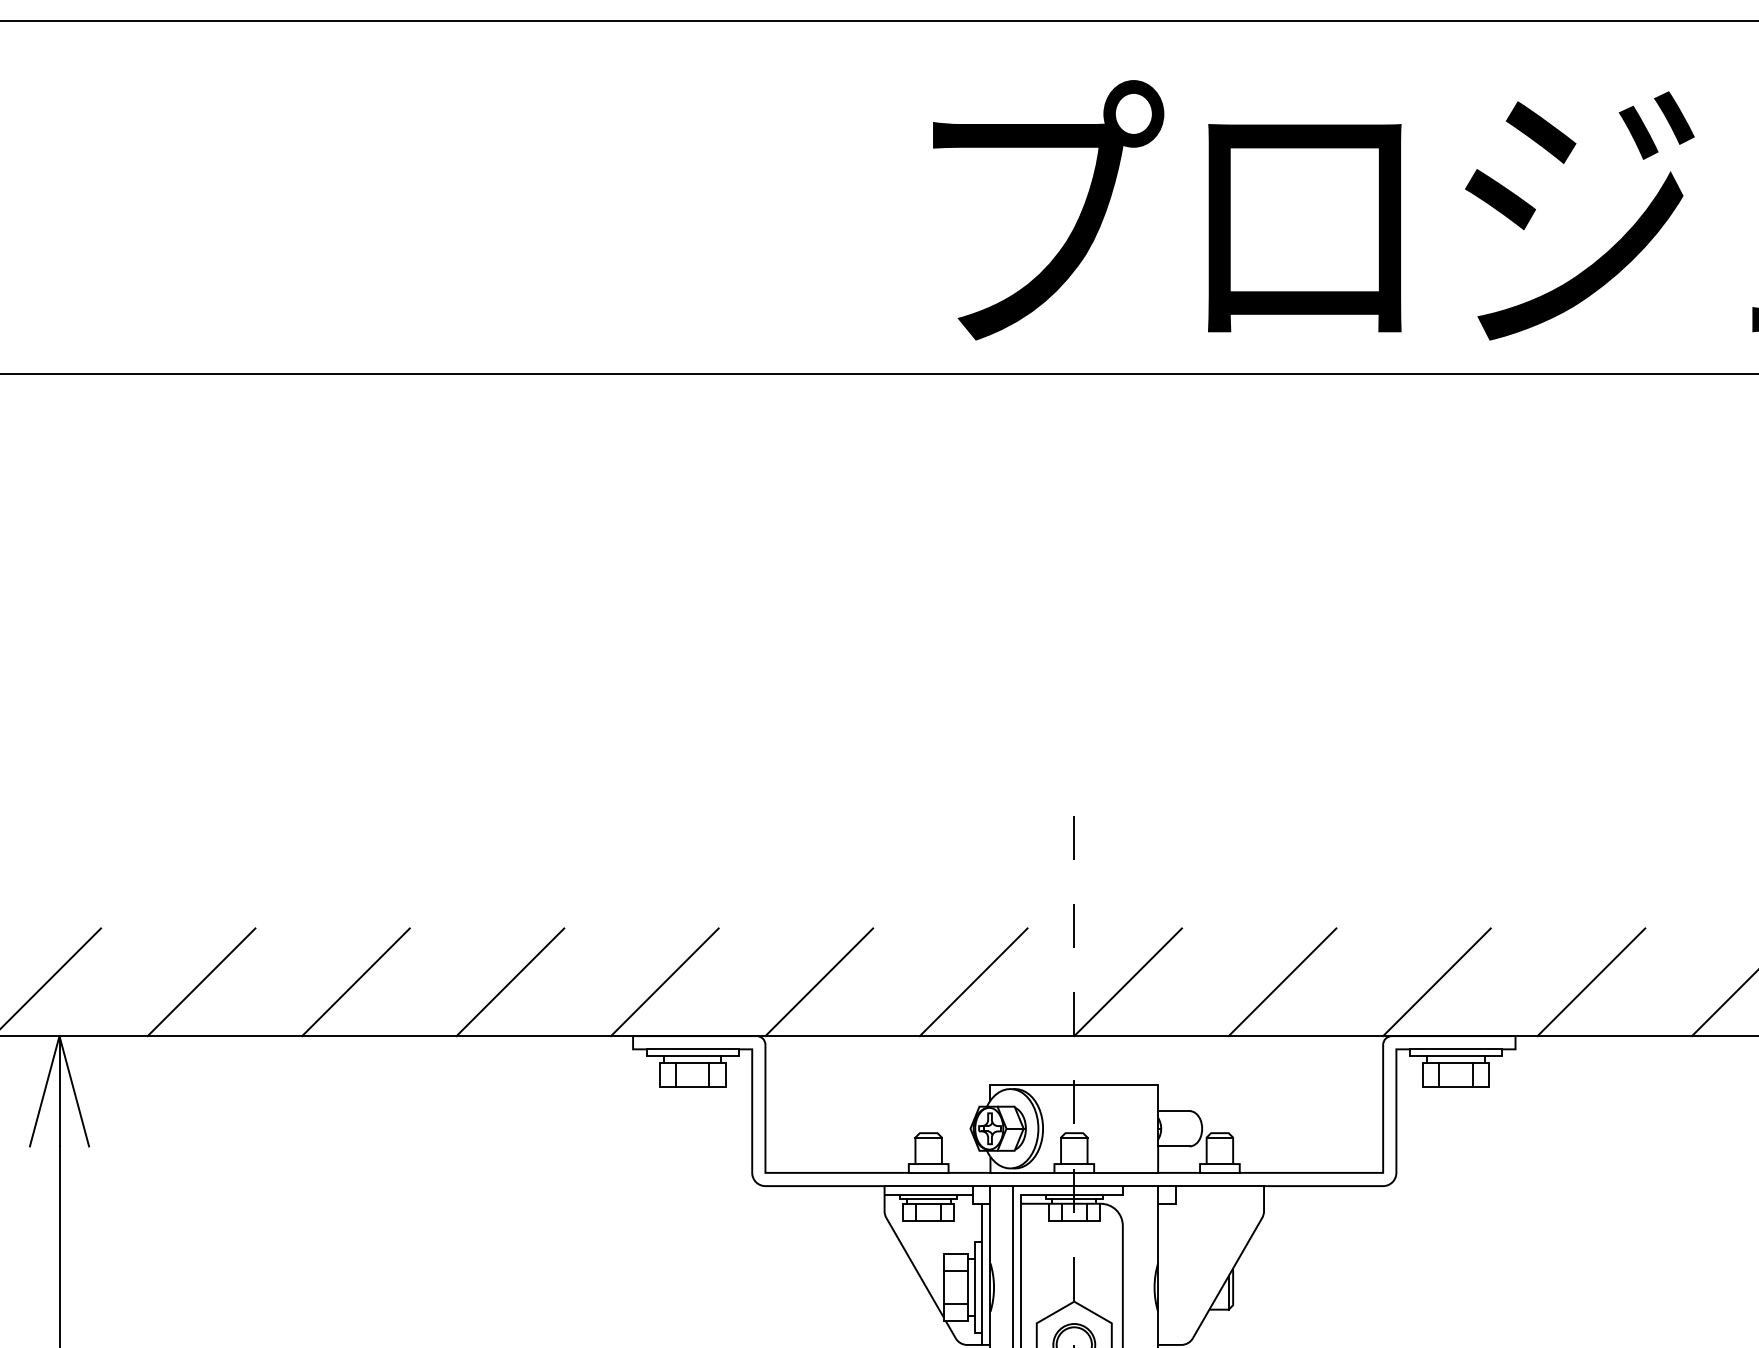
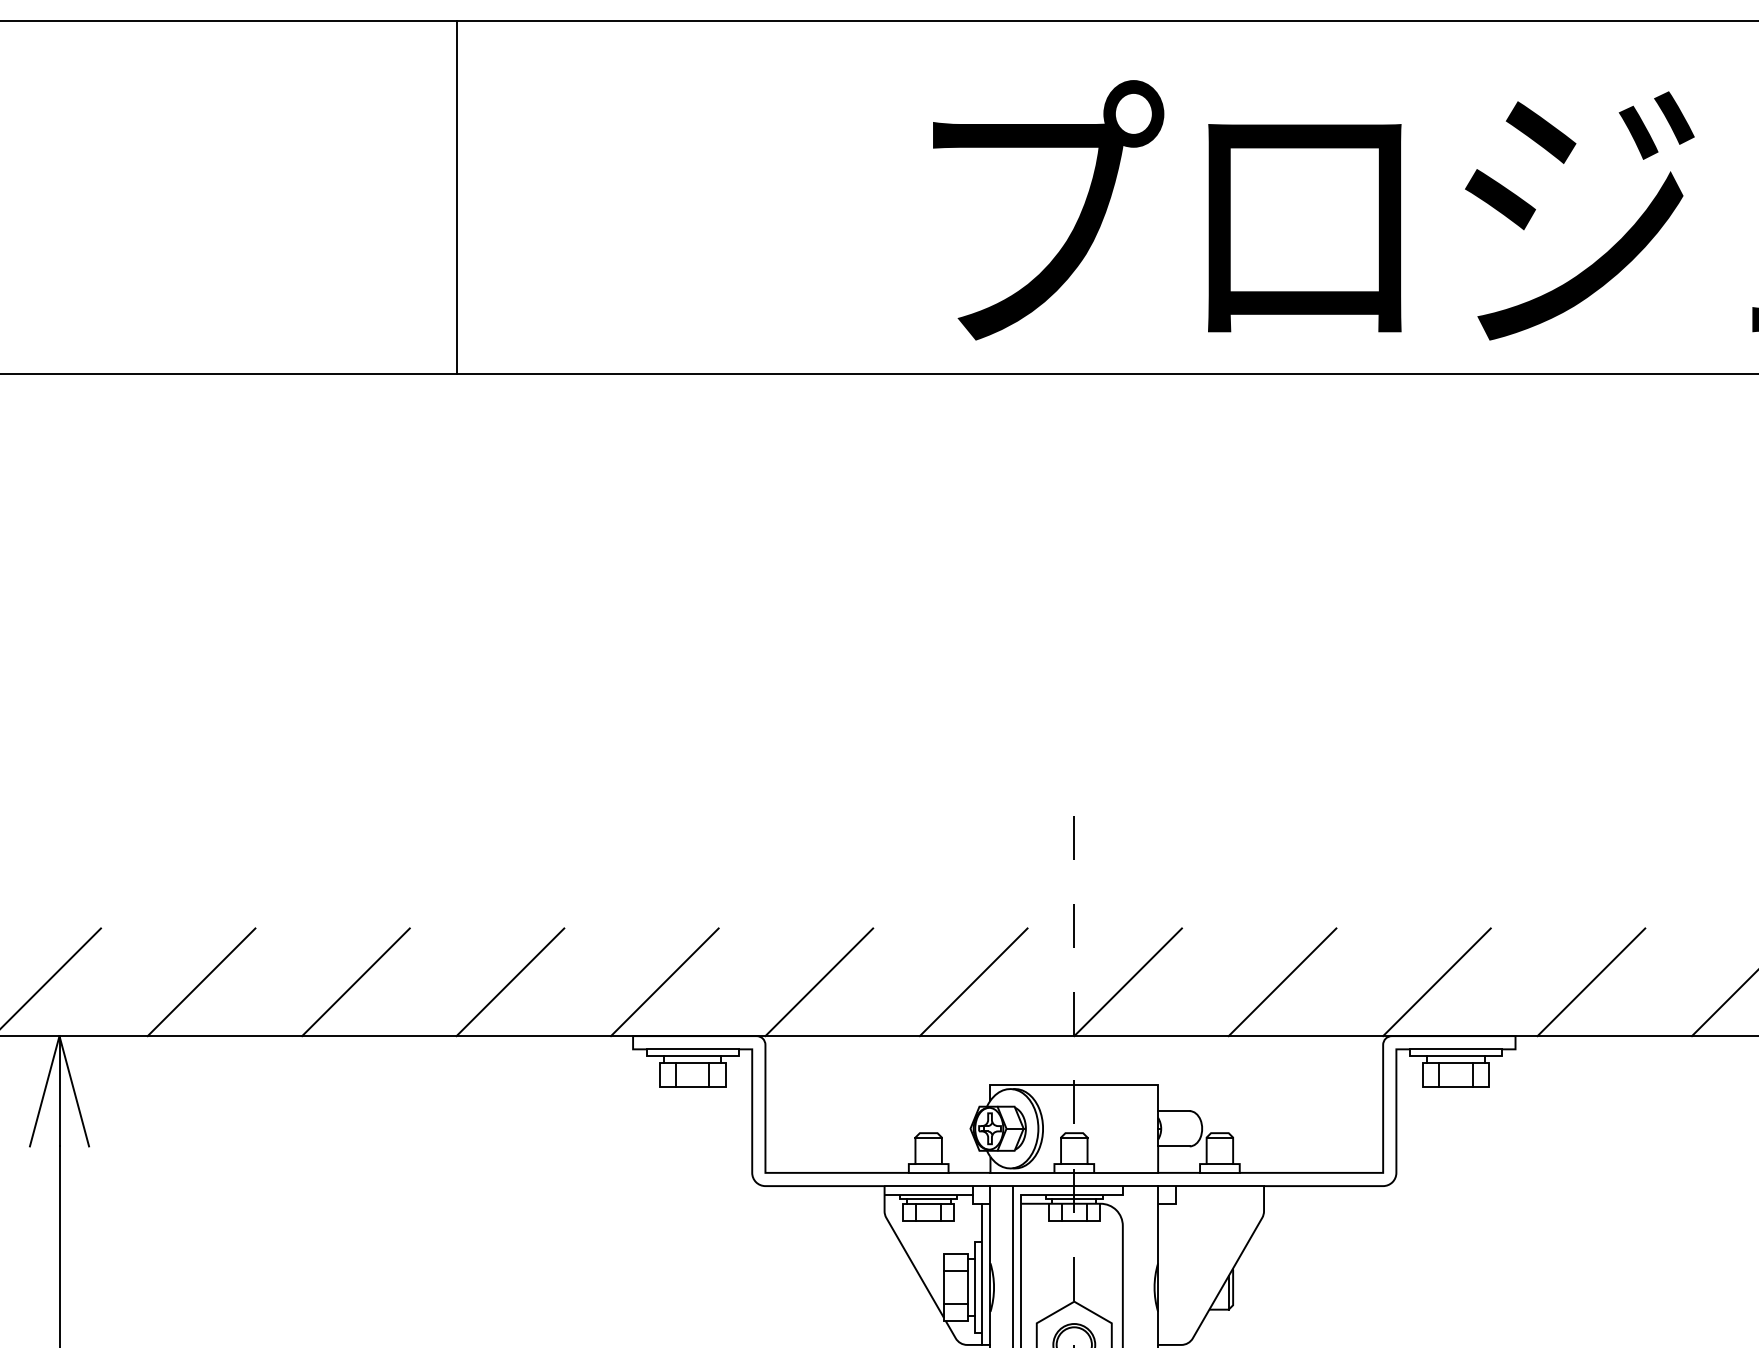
line at (456, 197): none -> present
